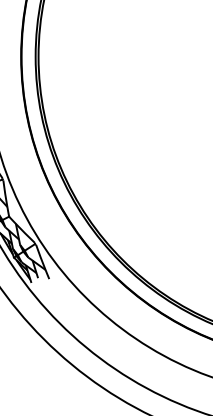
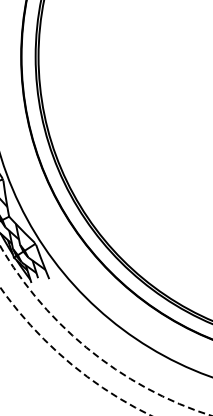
circle at (105, 330): solid -> dashed
circle at (75, 351): solid -> dashed
